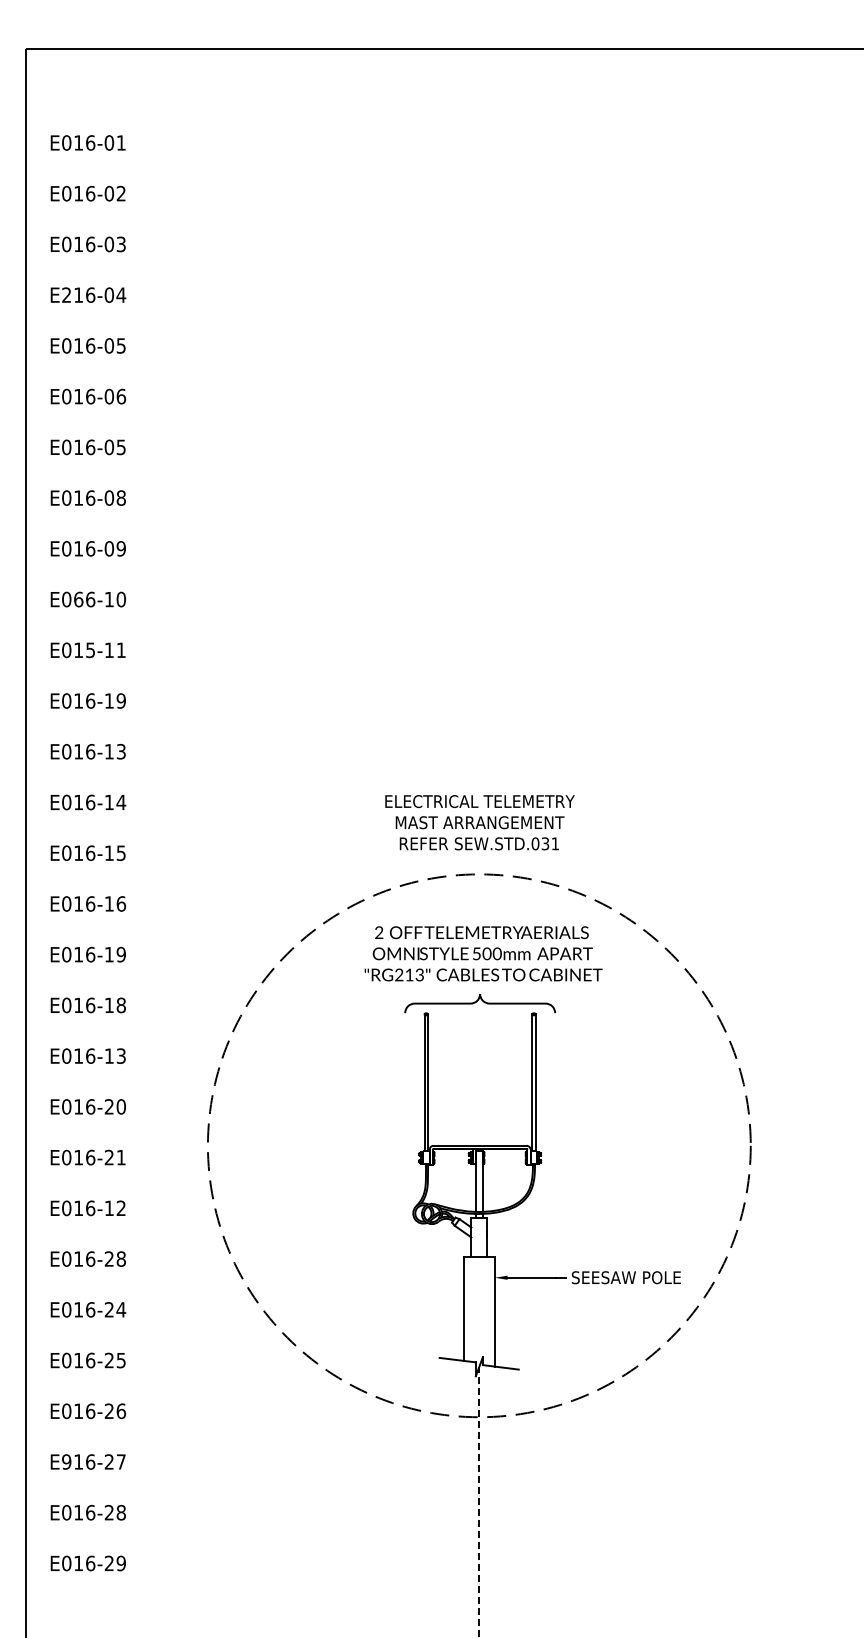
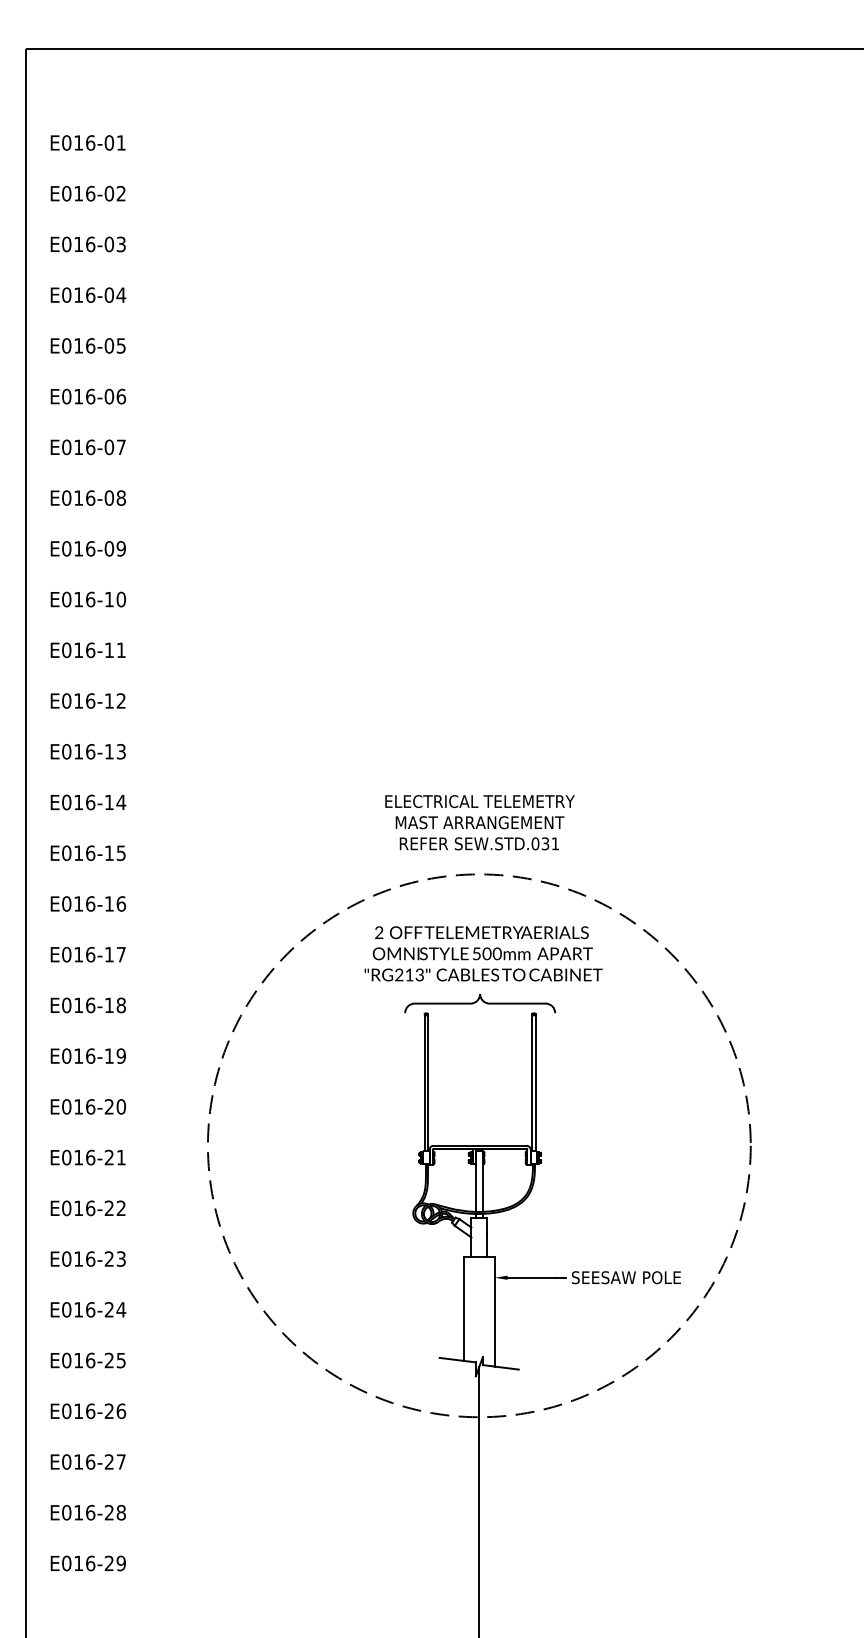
text at (66, 294): E216-04 -> E016-04
text at (120, 447): E016-05 -> E016-07
text at (78, 599): E066-10 -> E016-10
text at (90, 650): E015-11 -> E016-11
text at (120, 700): E016-19 -> E016-12
text at (120, 954): E016-19 -> E016-17
text at (120, 1055): E016-13 -> E016-19
text at (108, 1207): E016-12 -> E016-22
text at (120, 1258): E016-28 -> E016-23
text at (66, 1461): E916-27 -> E016-27
line at (479, 1501): dashed -> solid
